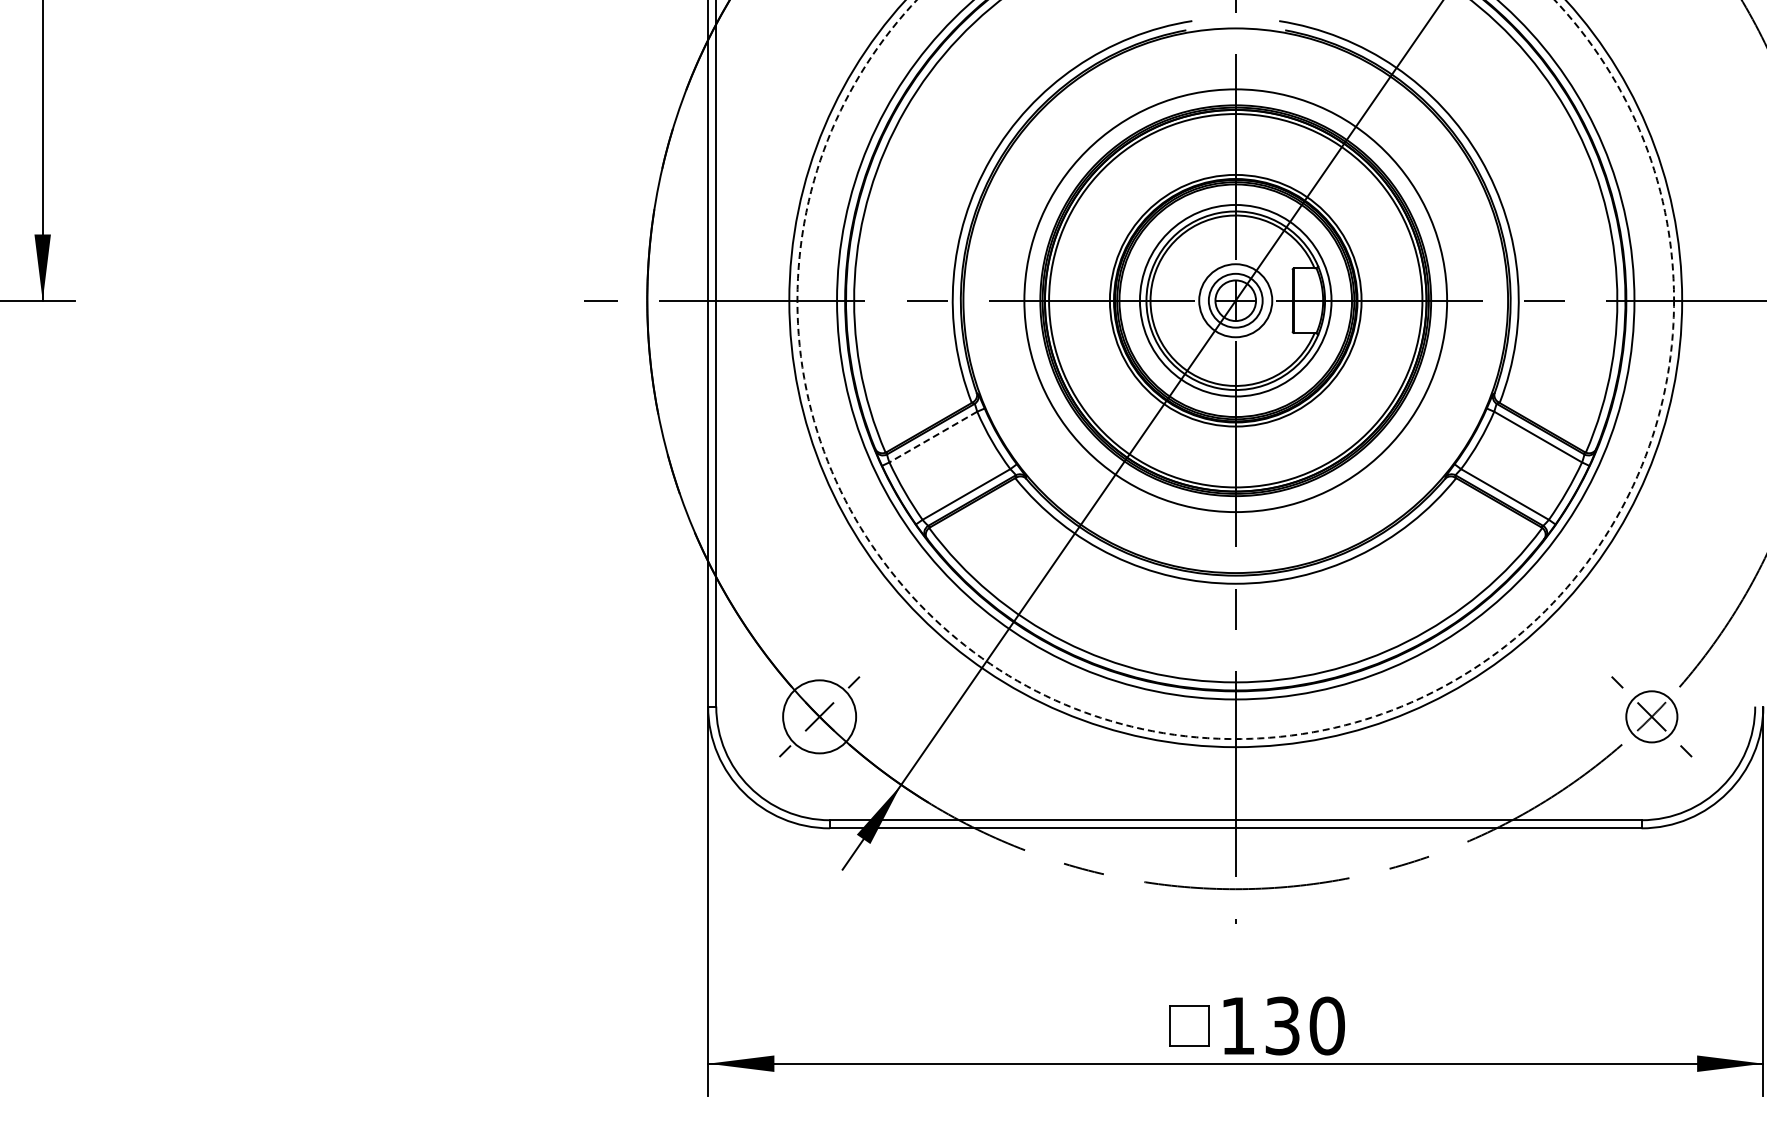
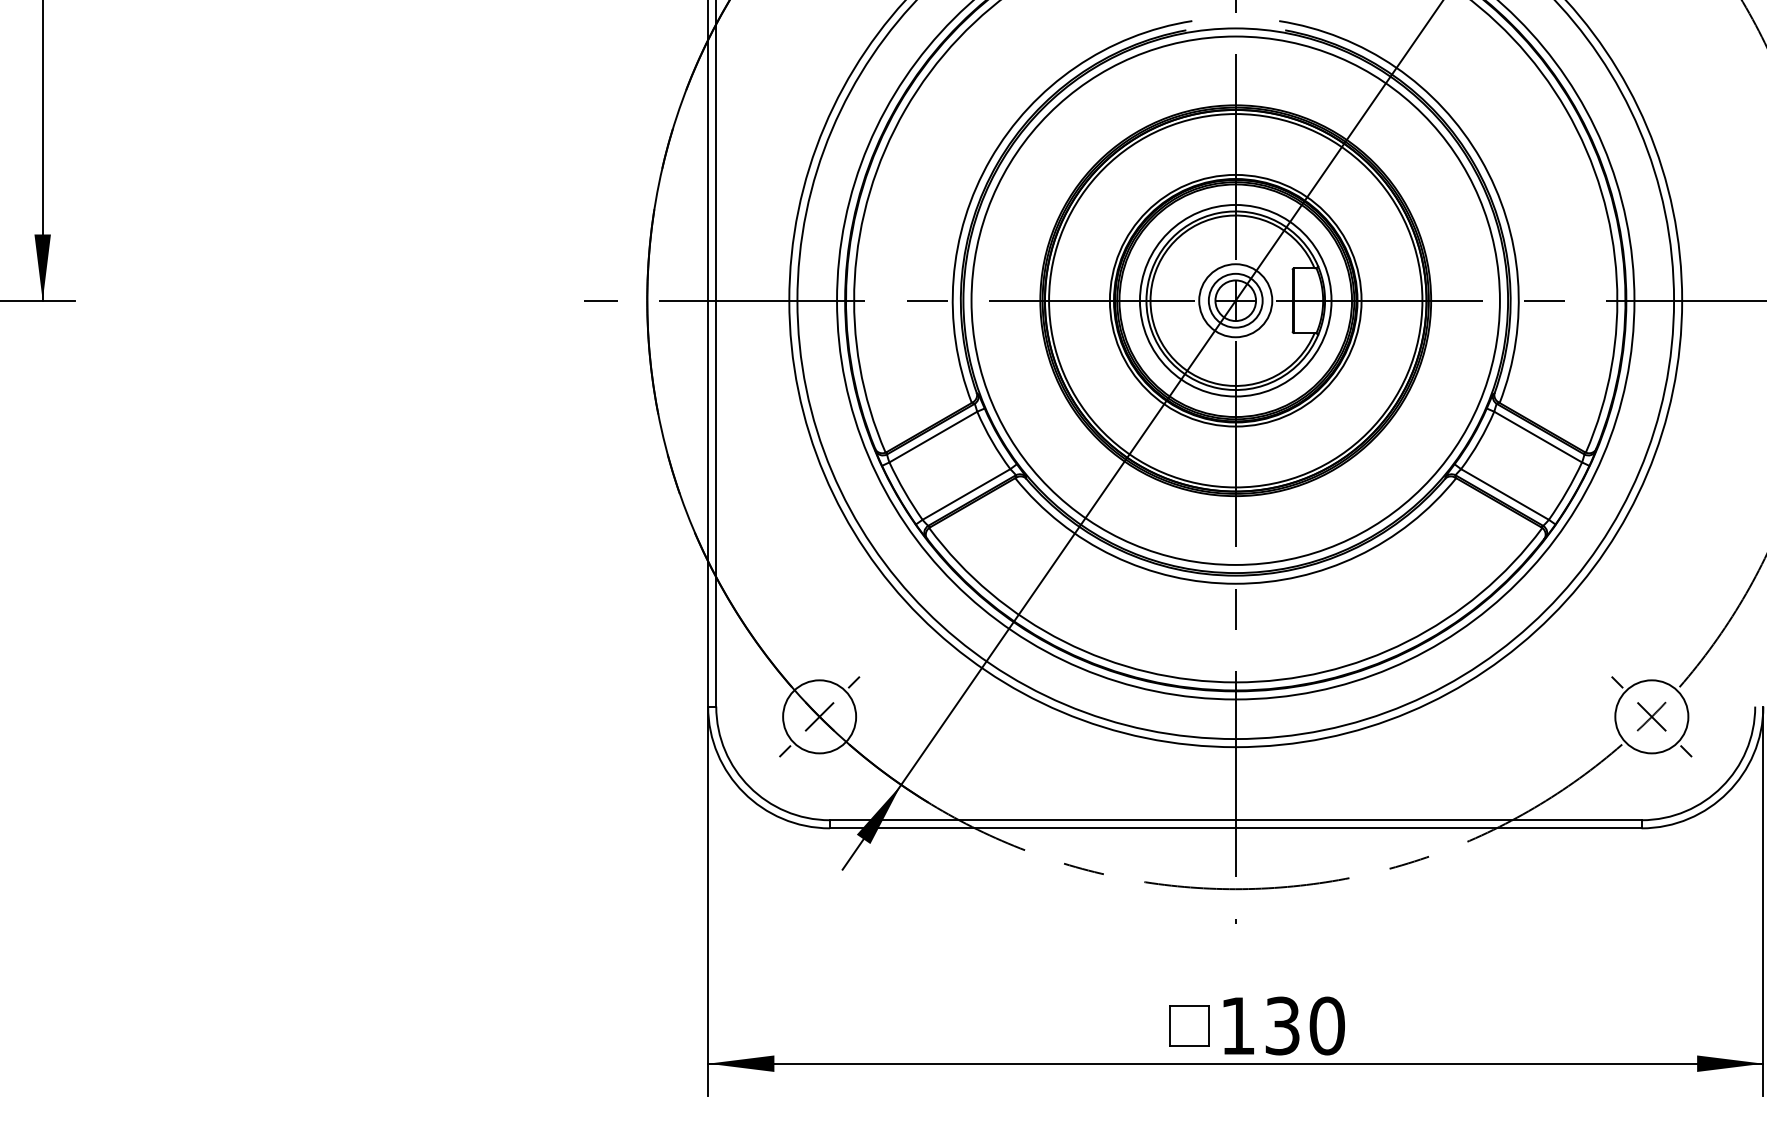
circle at (1235, 300) diameter: 423 px -> 528 px
circle at (1235, 369): dashed -> solid
line at (933, 437): dashed -> solid
circle at (1651, 716) diameter: 51 px -> 73 px
